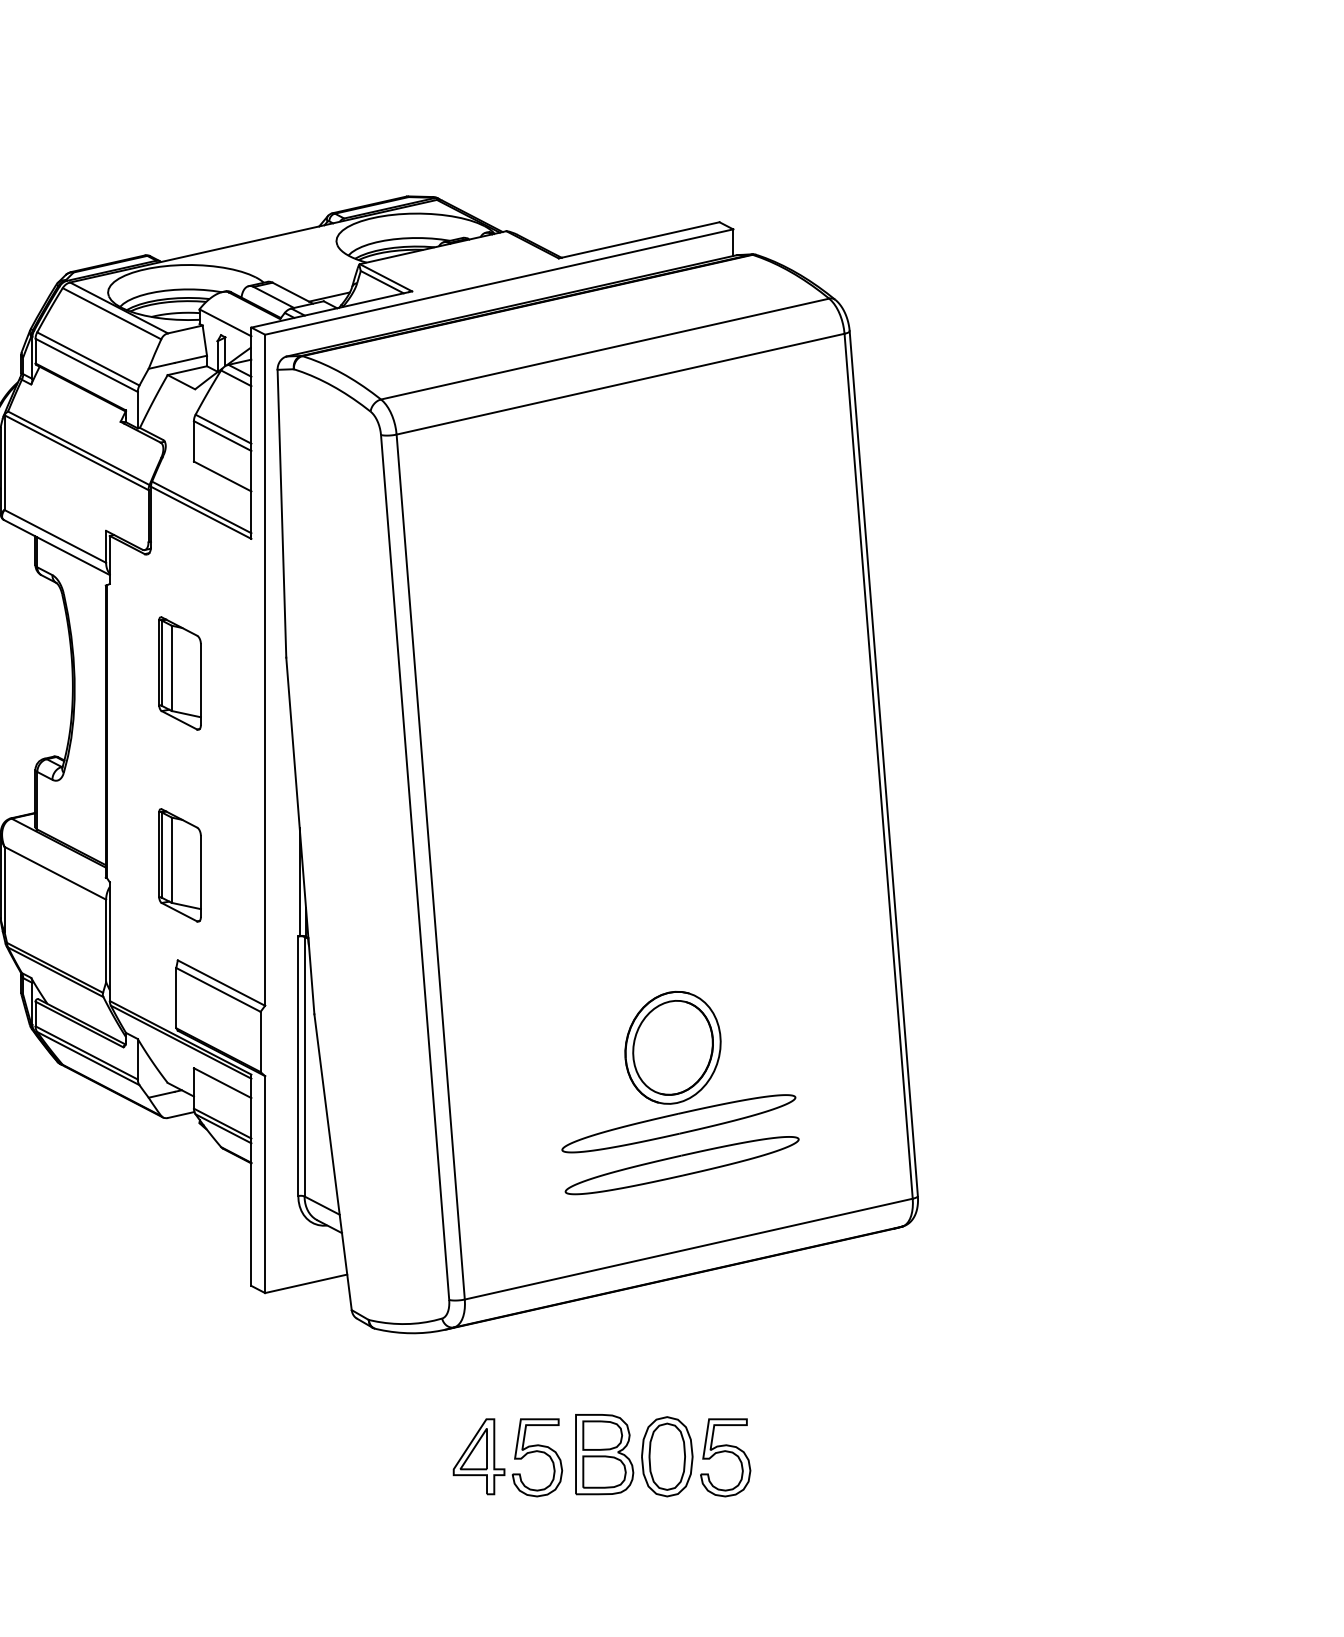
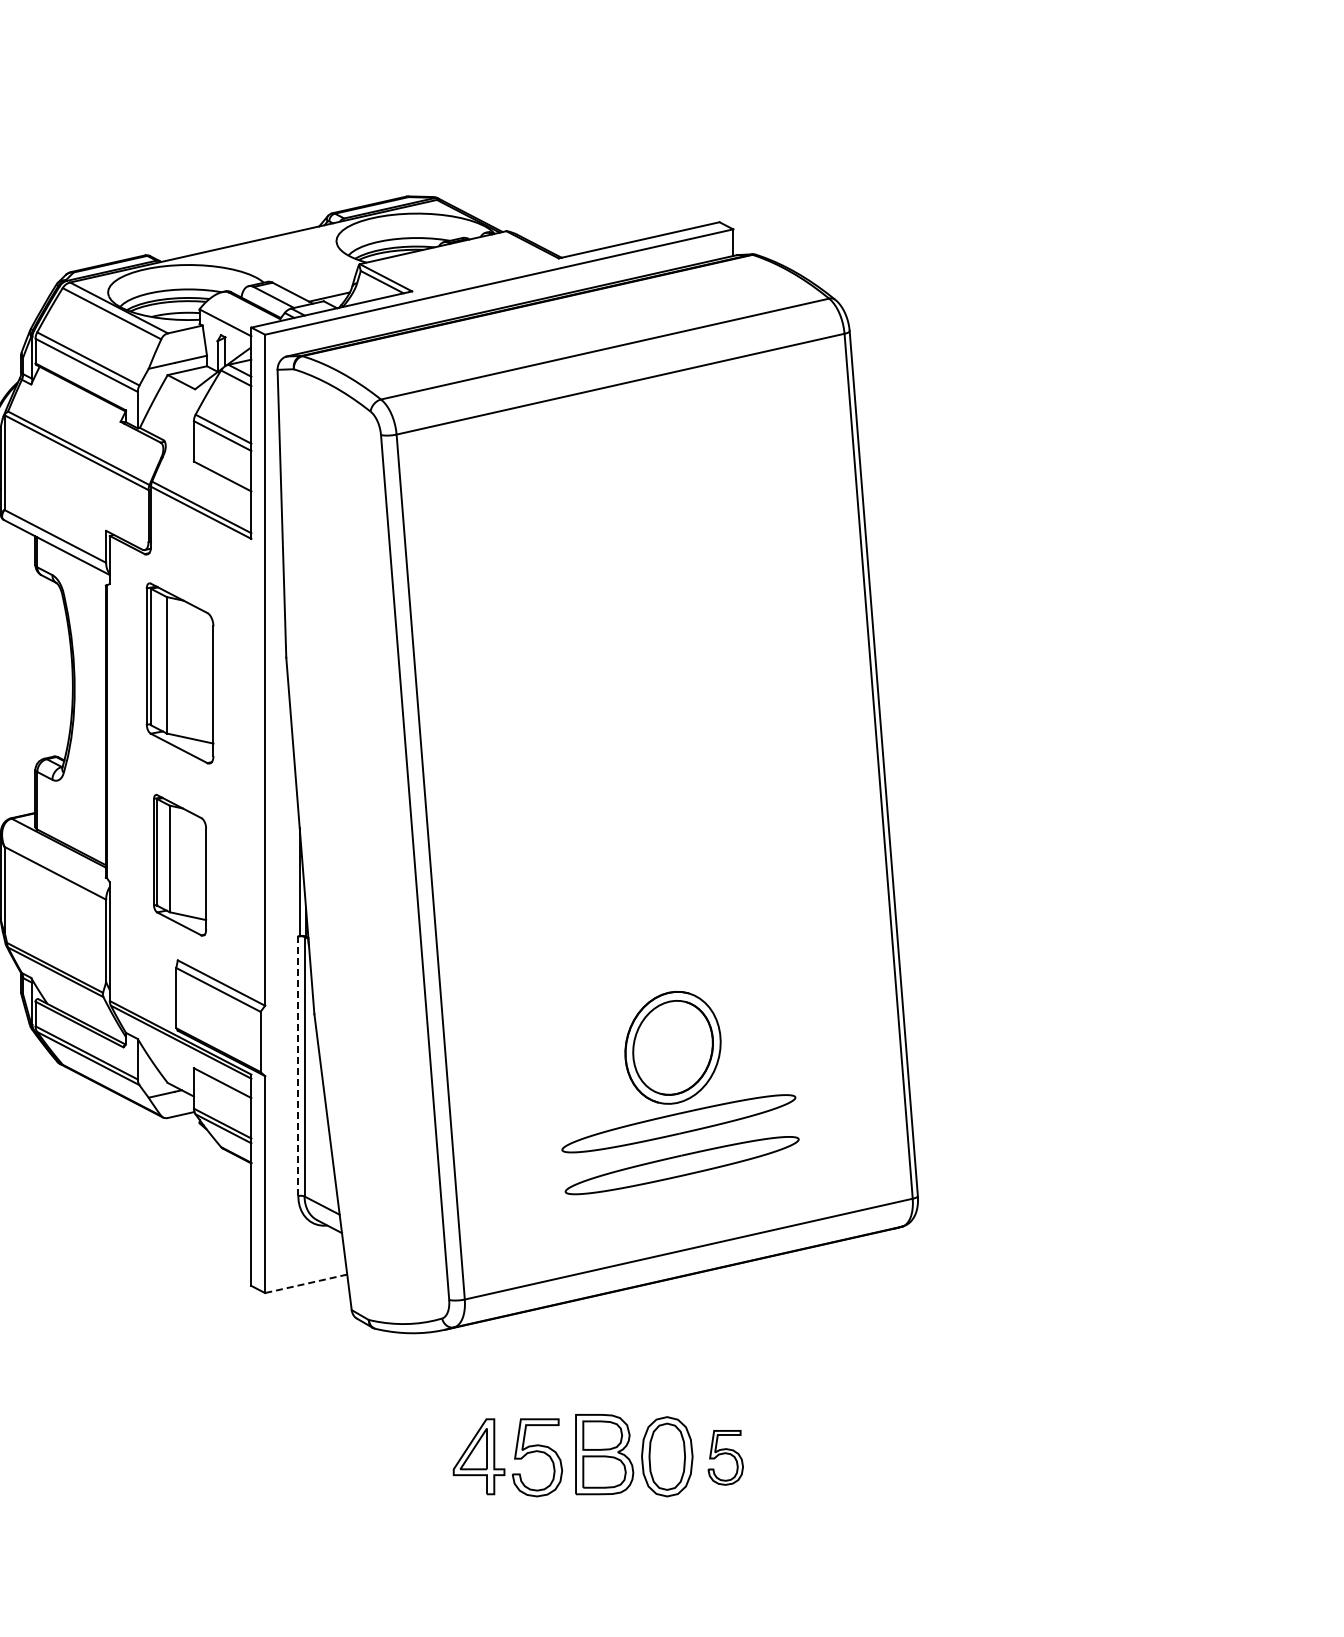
part at (179, 673) size: 44x115 px -> 70x183 px
part at (179, 865) size: 44x115 px -> 55x143 px
line at (298, 1066): solid -> dashed
line at (305, 1283): solid -> dashed
part at (725, 1457) size: 52x80 px -> 37x56 px
